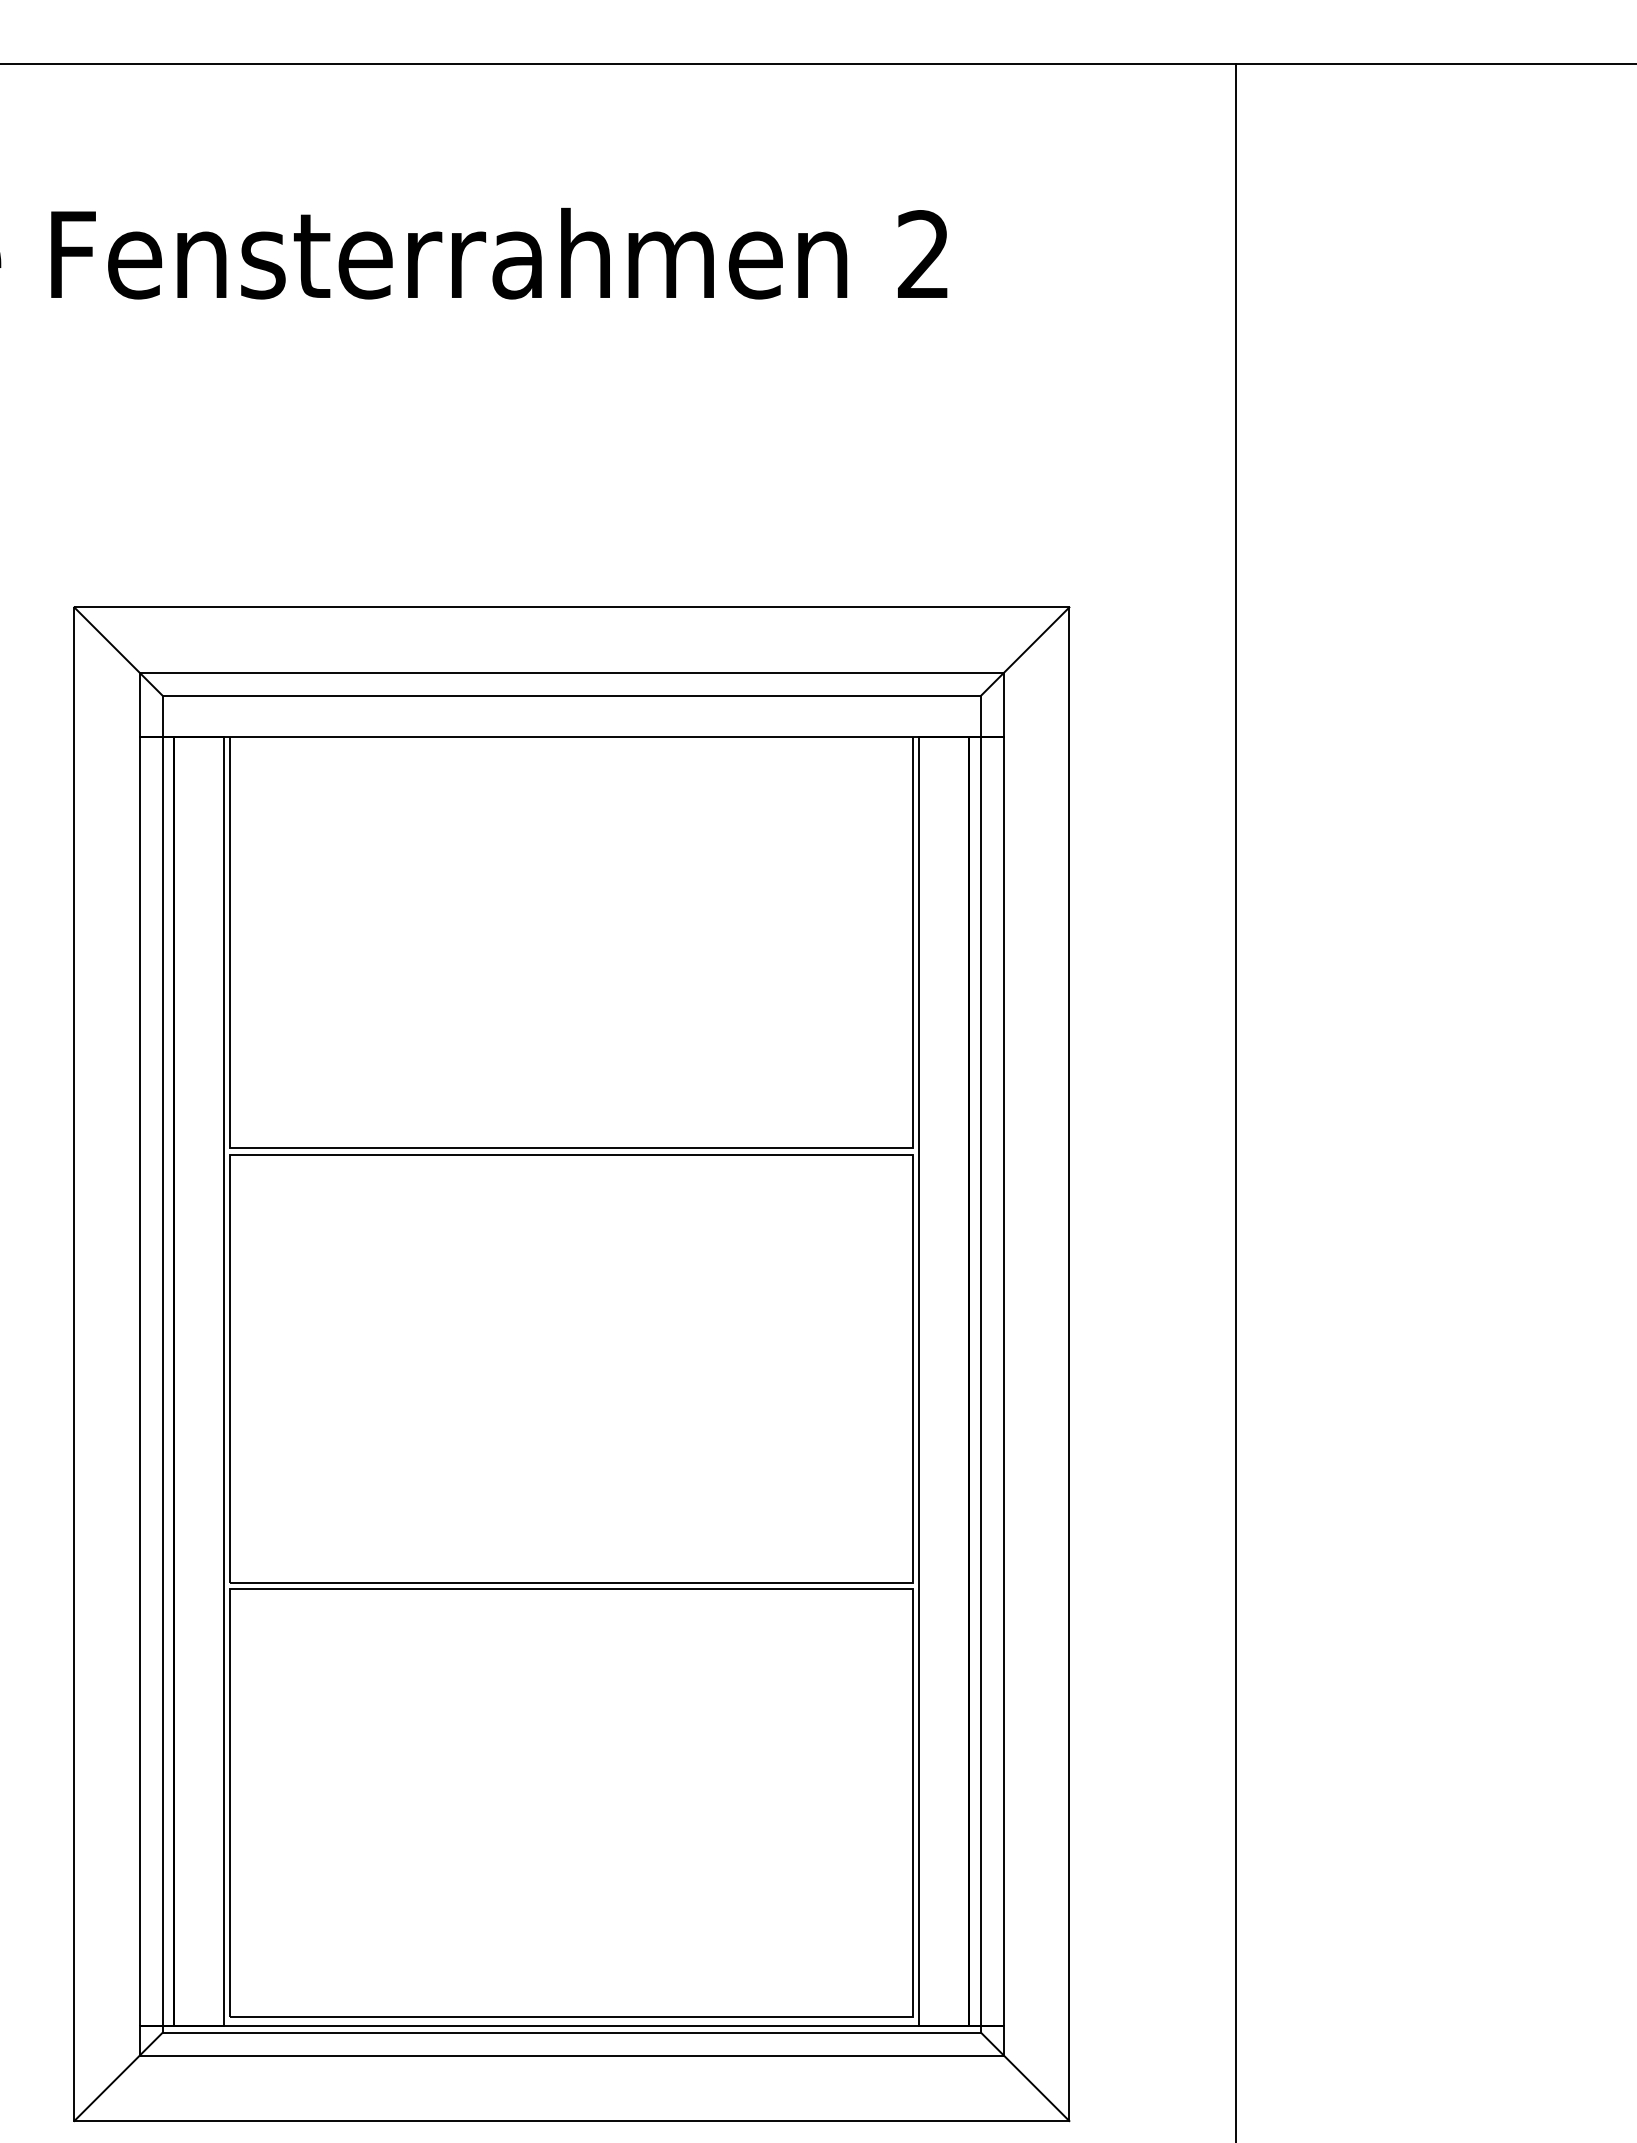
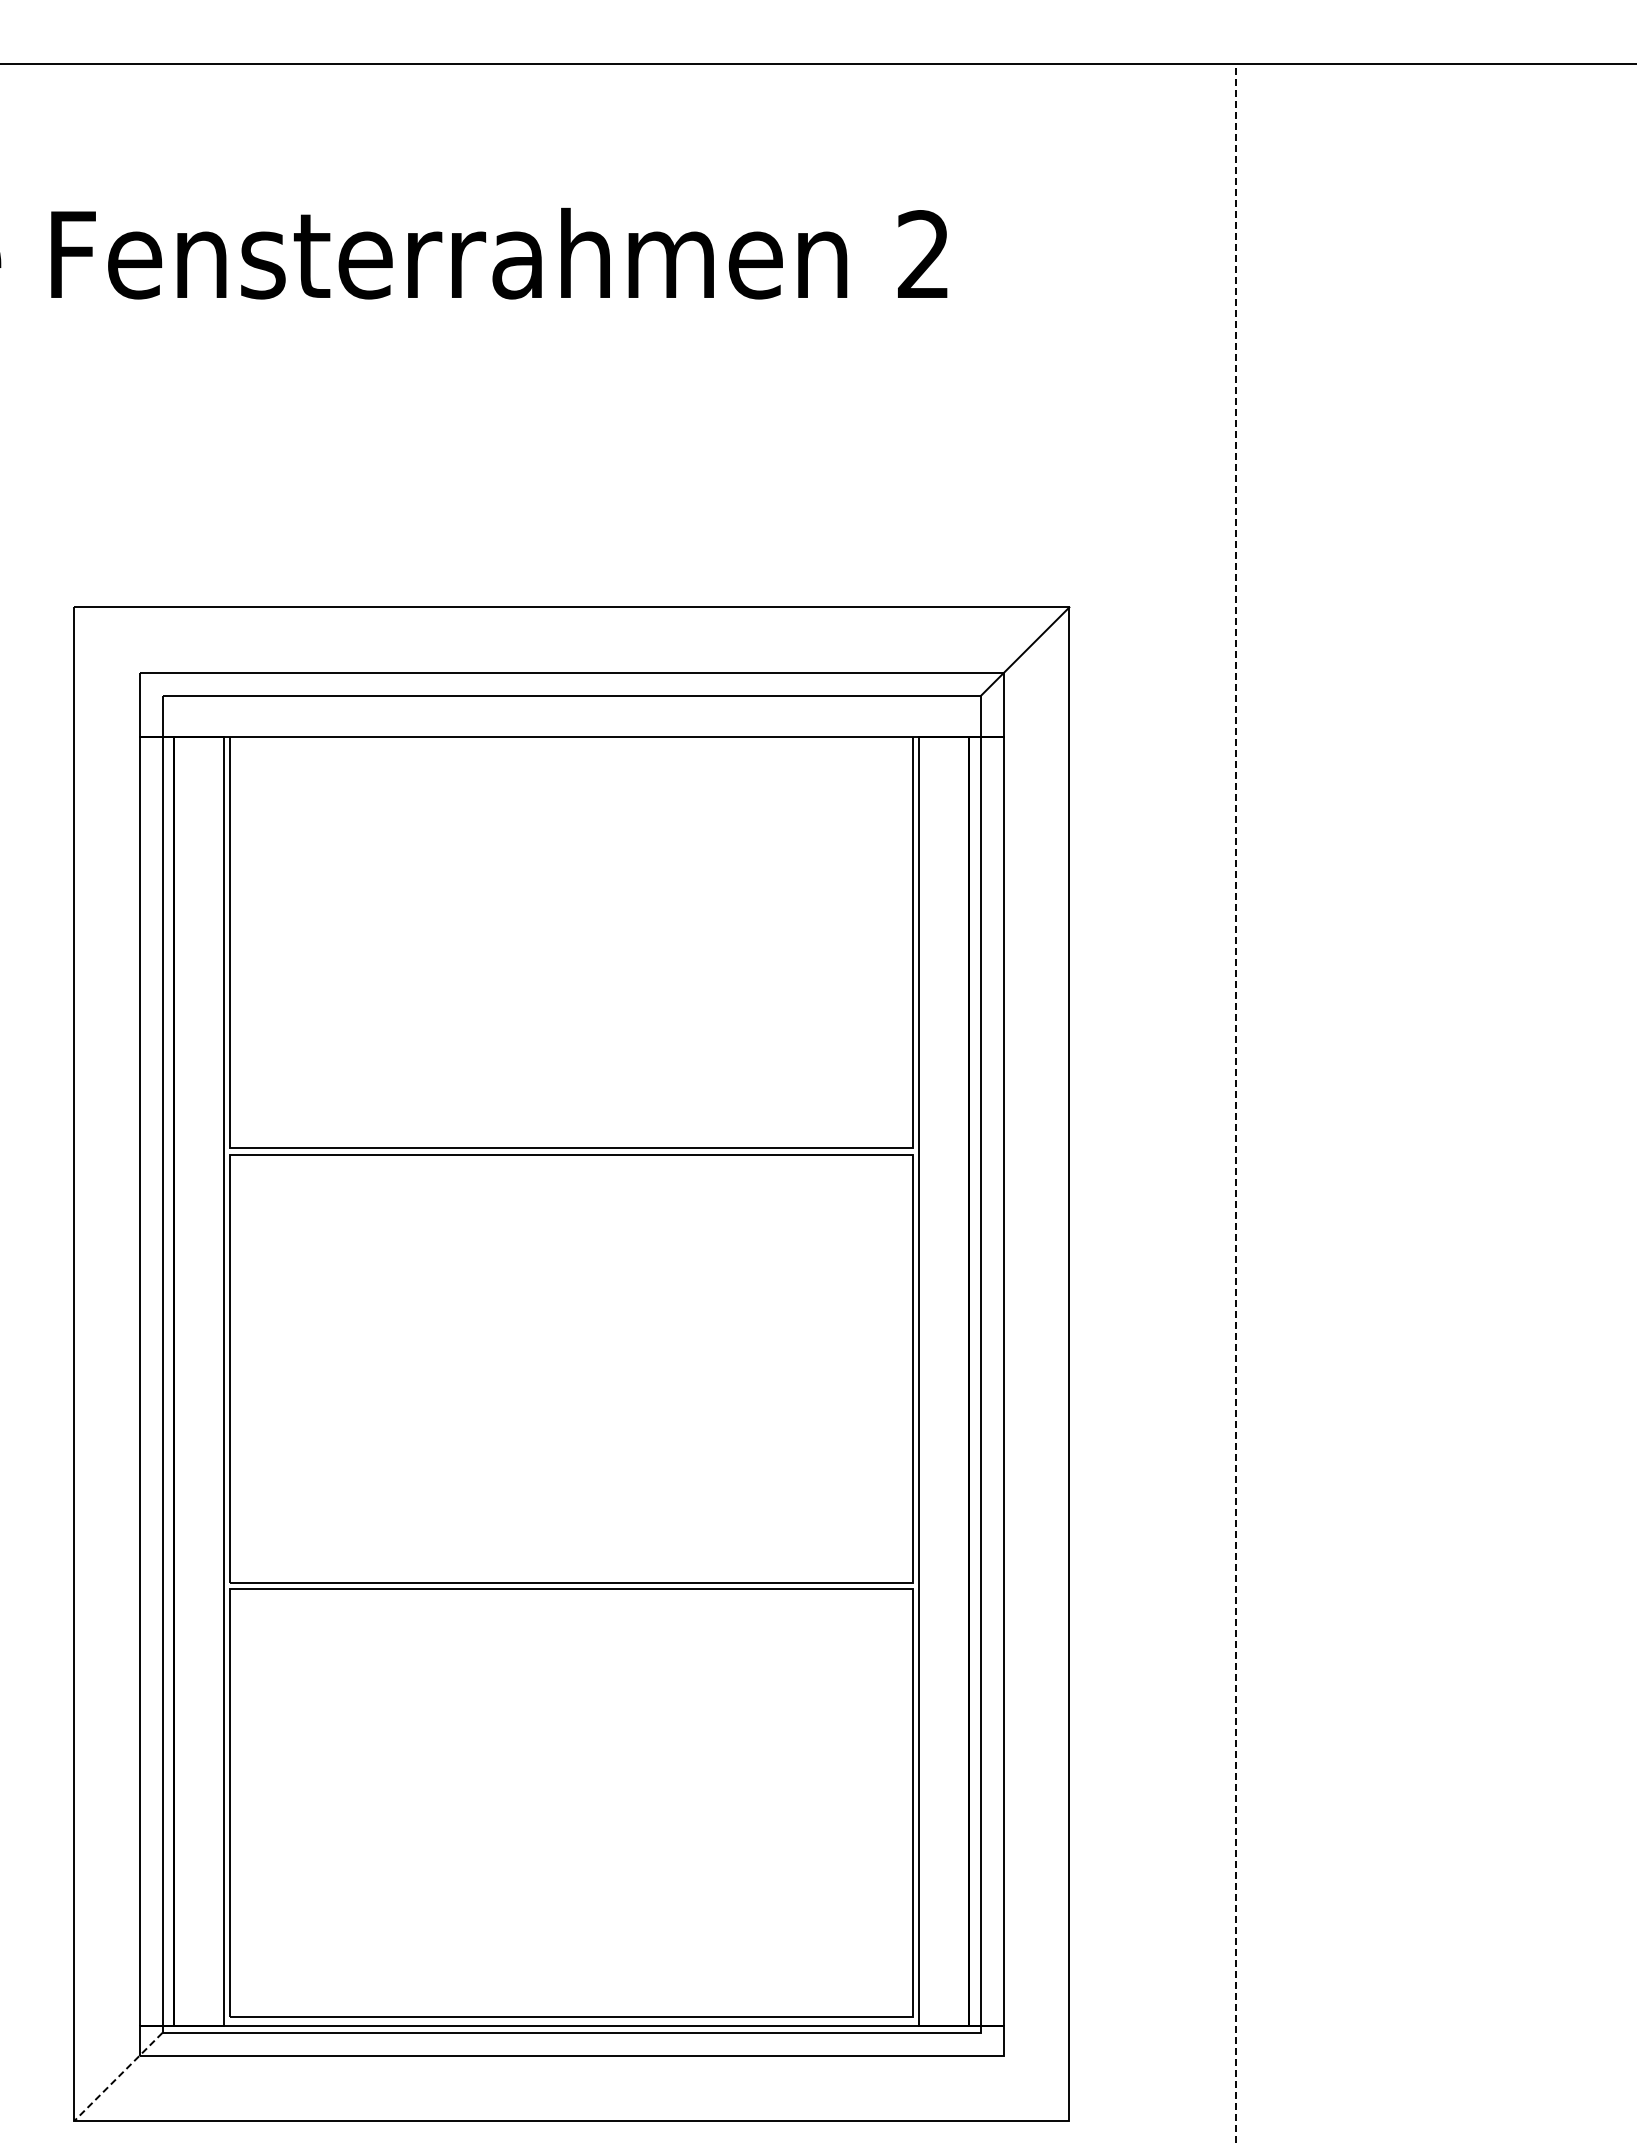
line at (118, 651): present -> none
line at (1236, 1102): solid -> dashed
line at (1025, 2076): present -> none
line at (118, 2077): solid -> dashed
